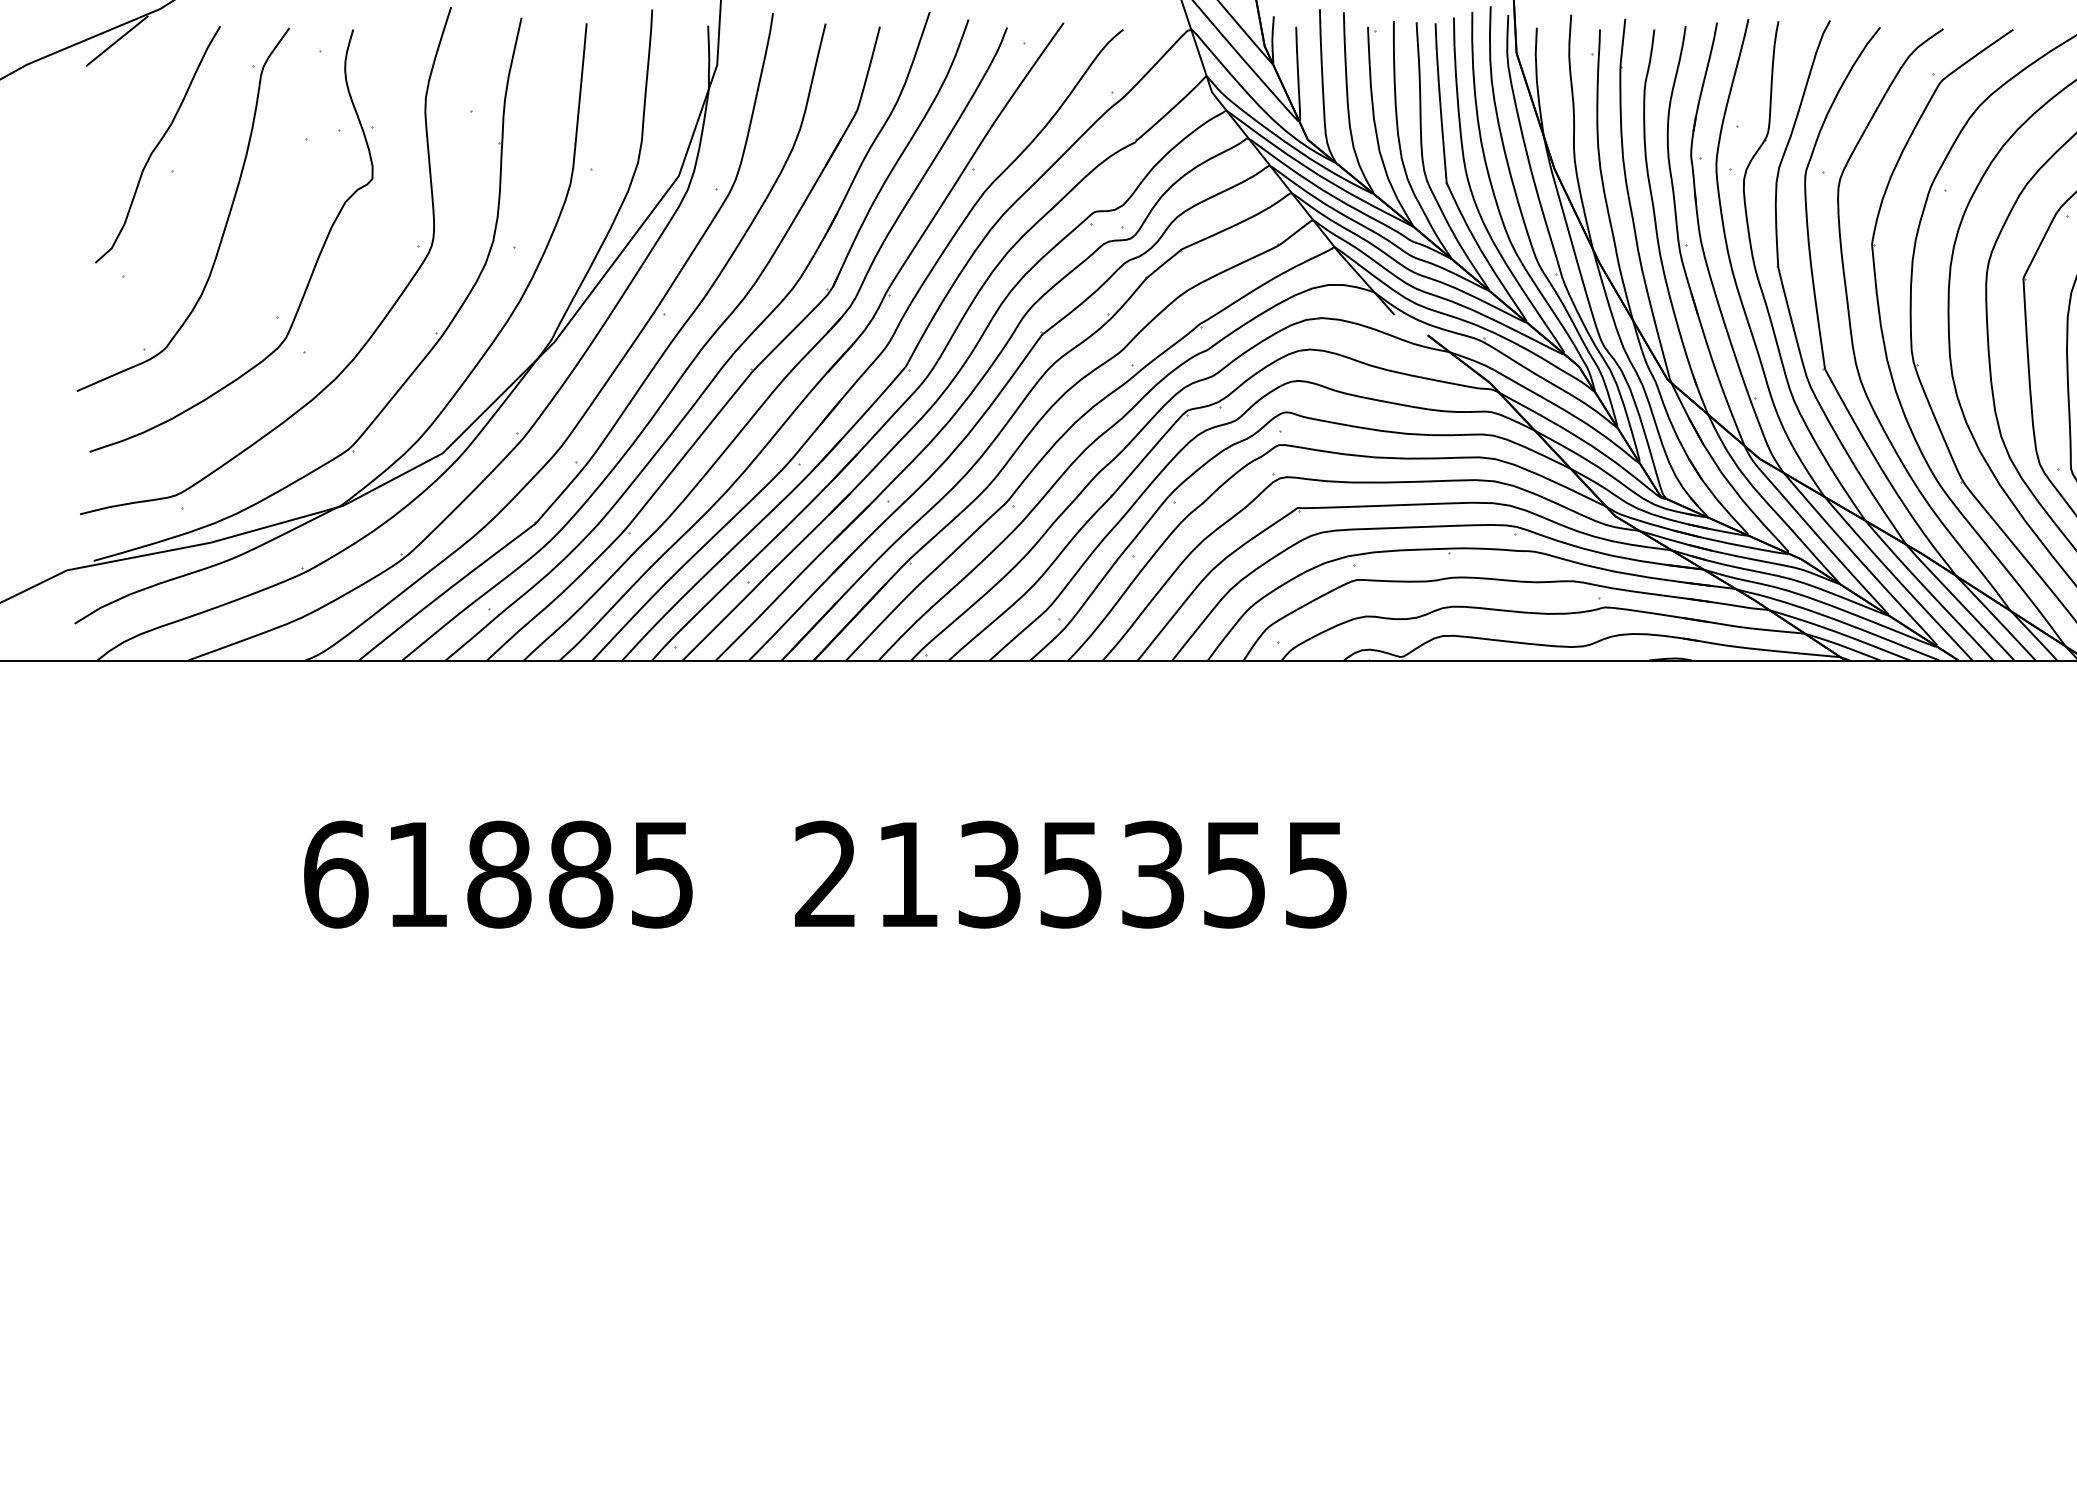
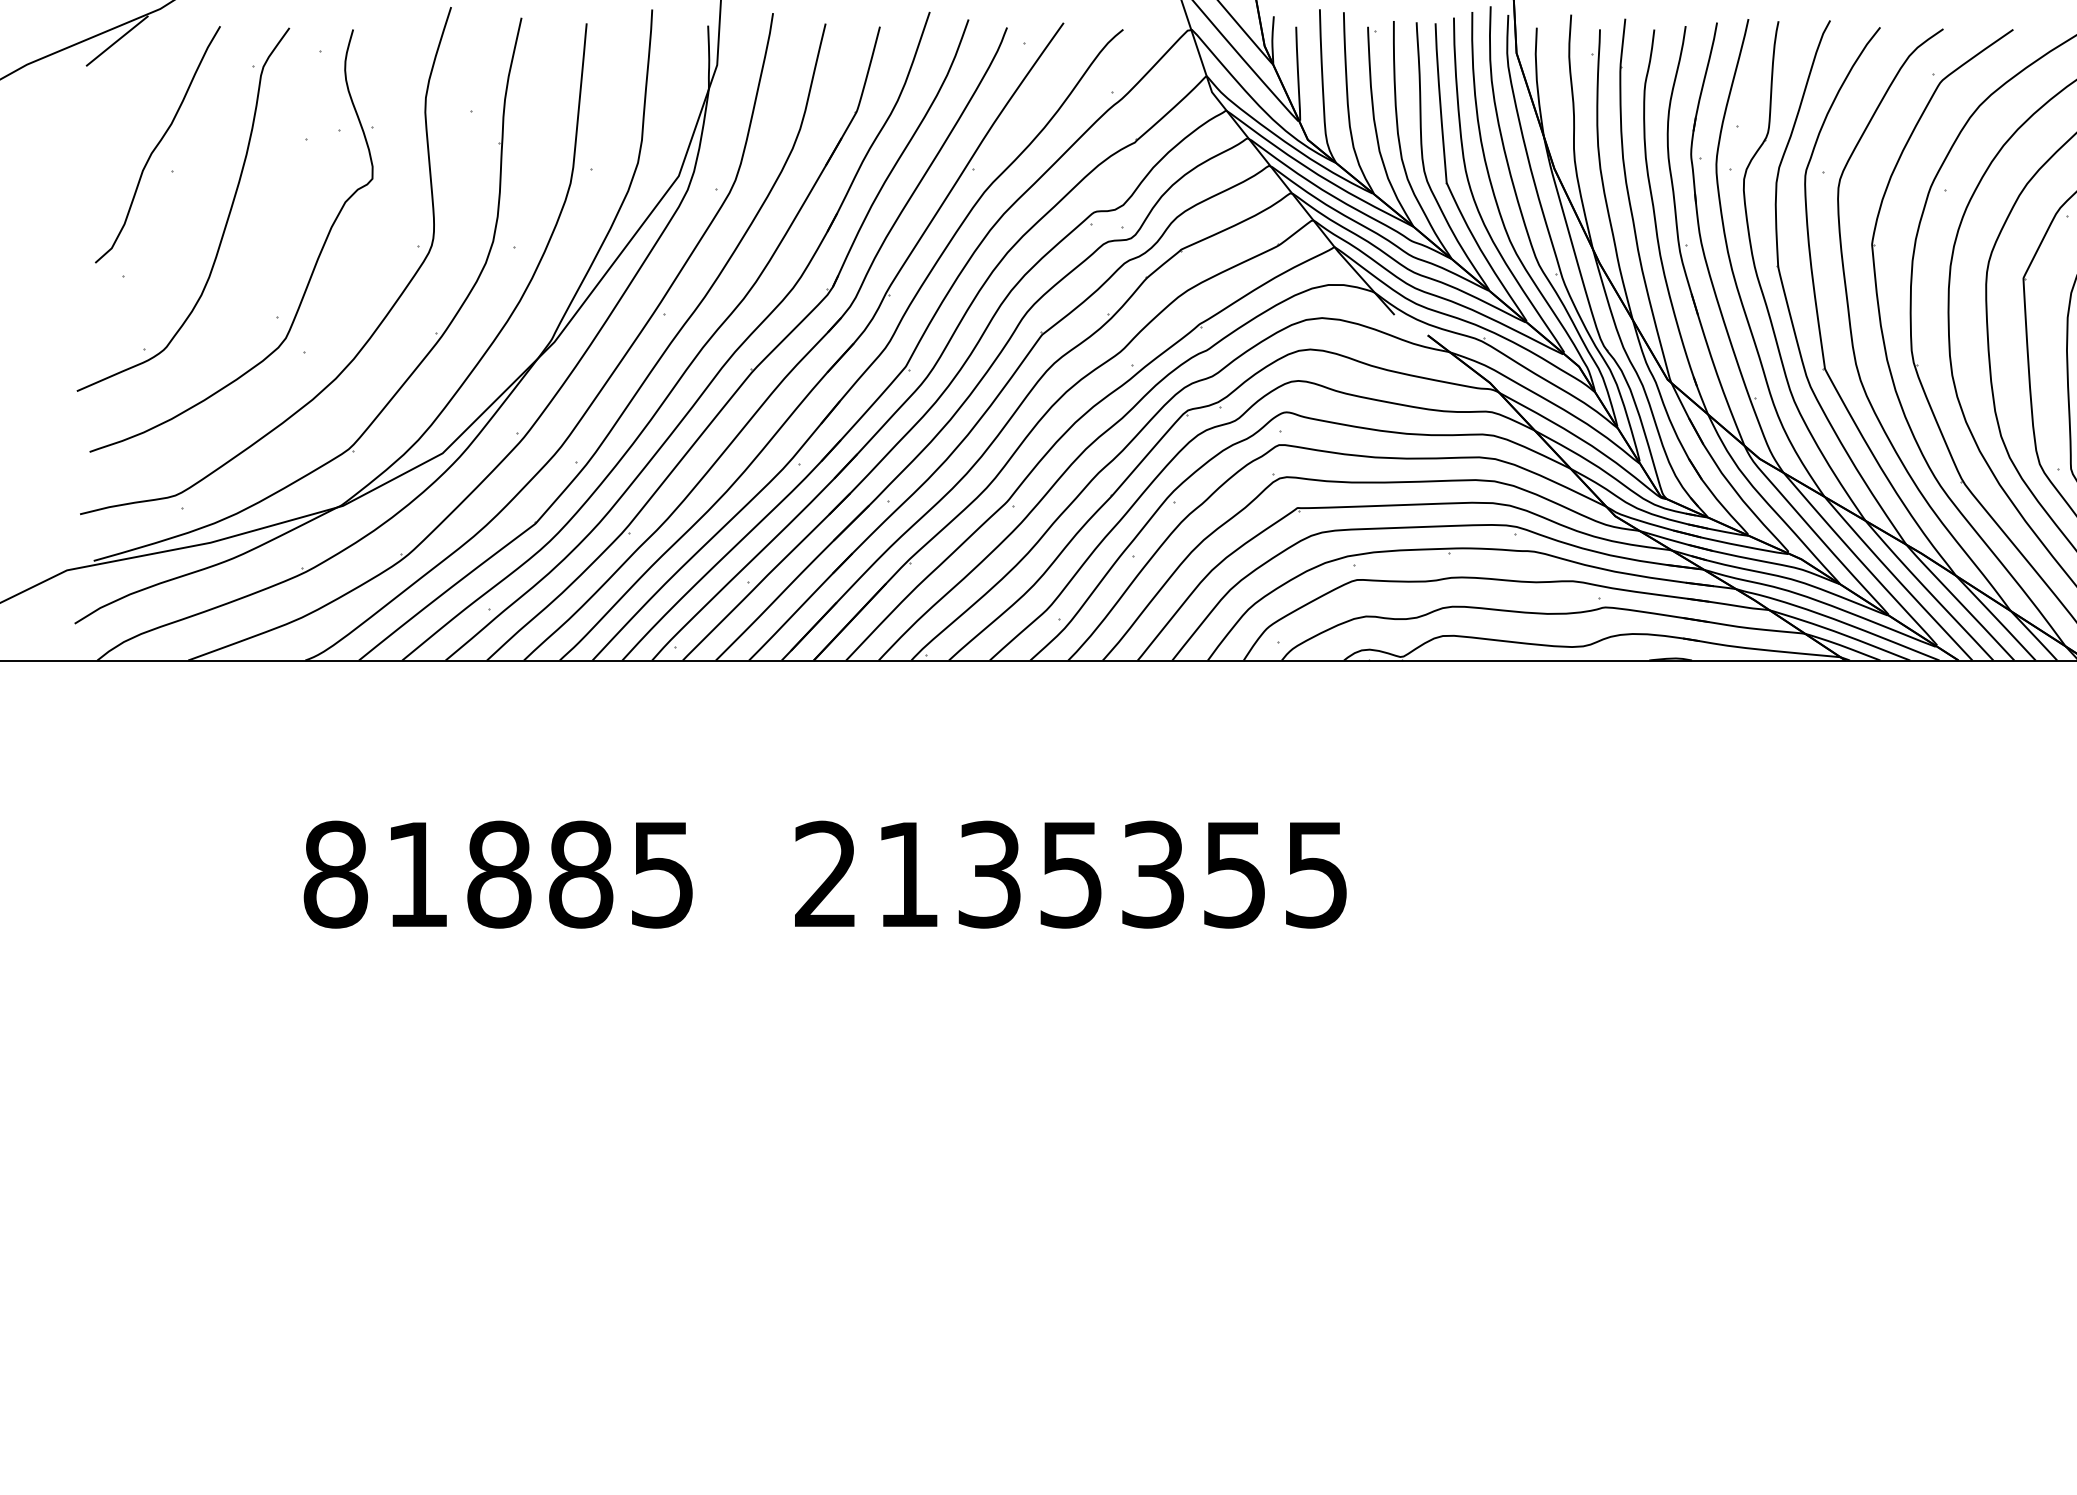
text at (335, 874): 61885 -> 81885
